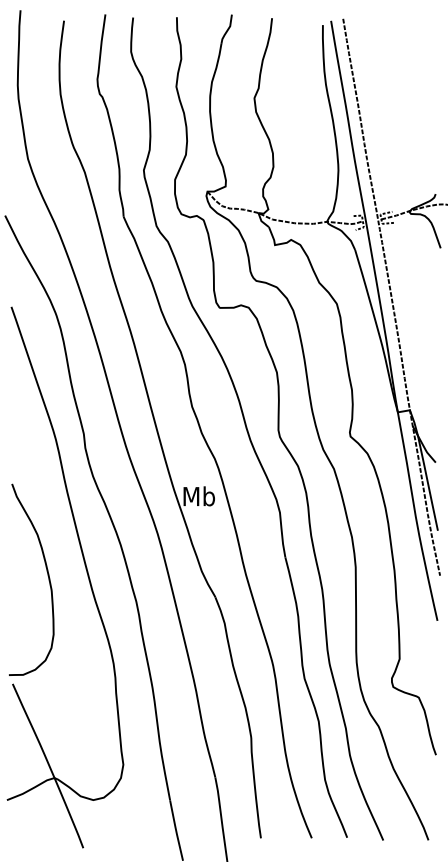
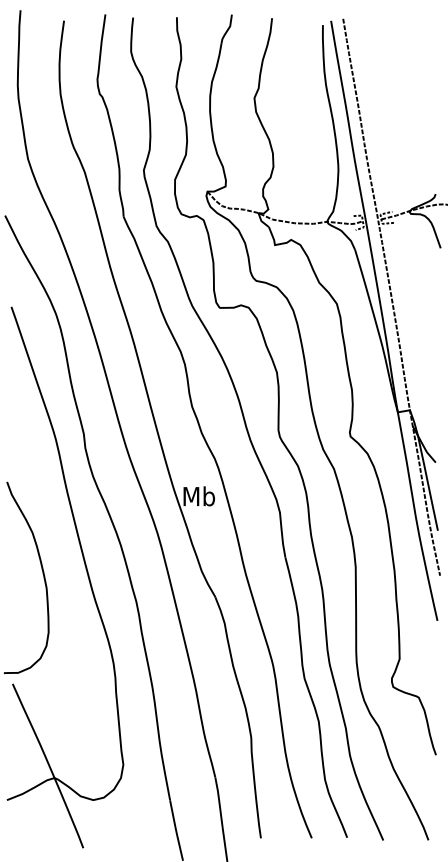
curve at (47, 575) position: (47, 575) -> (42, 573)
